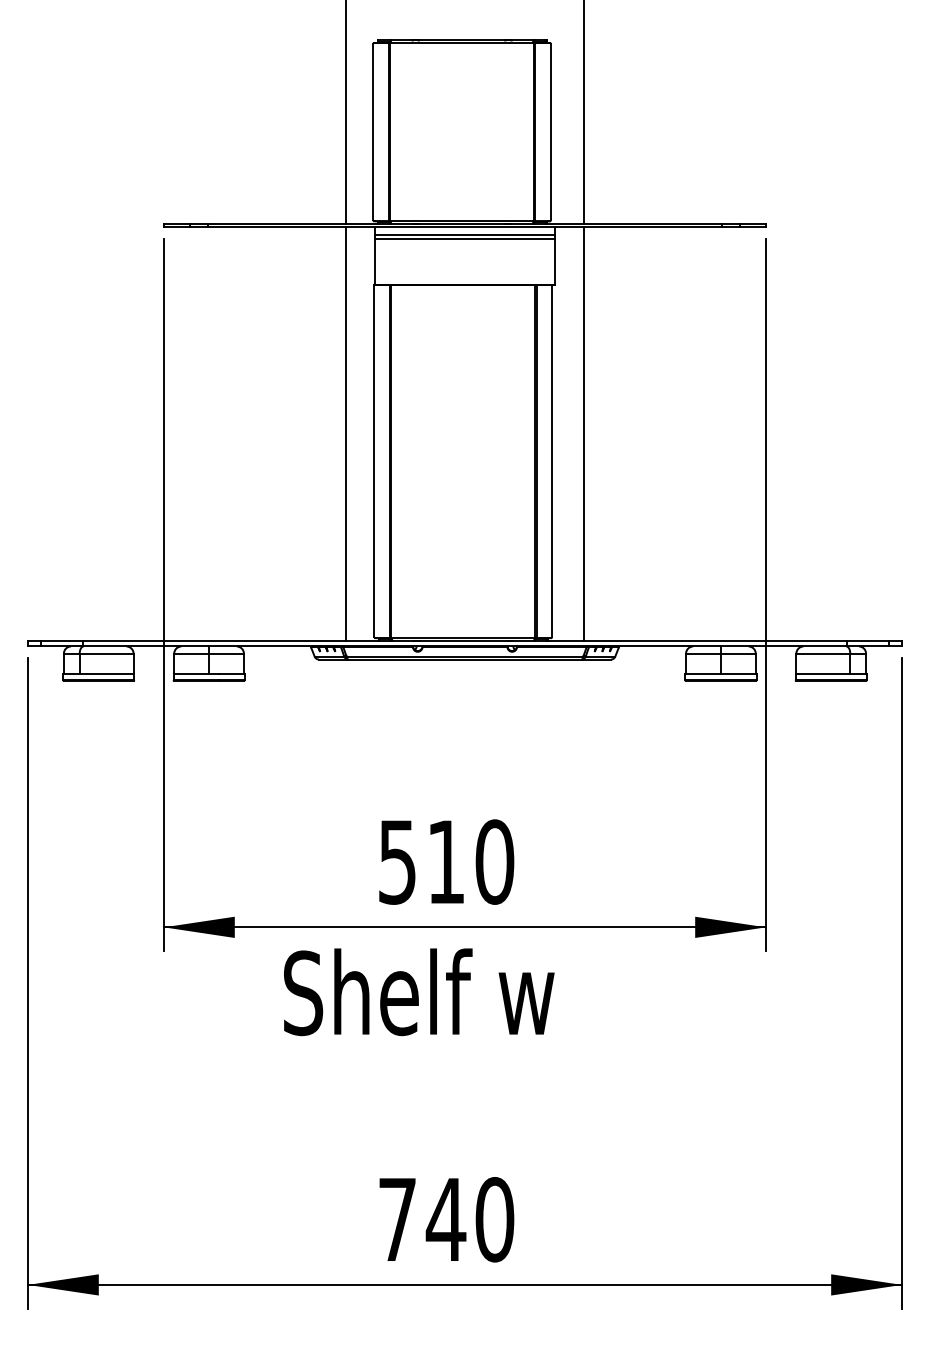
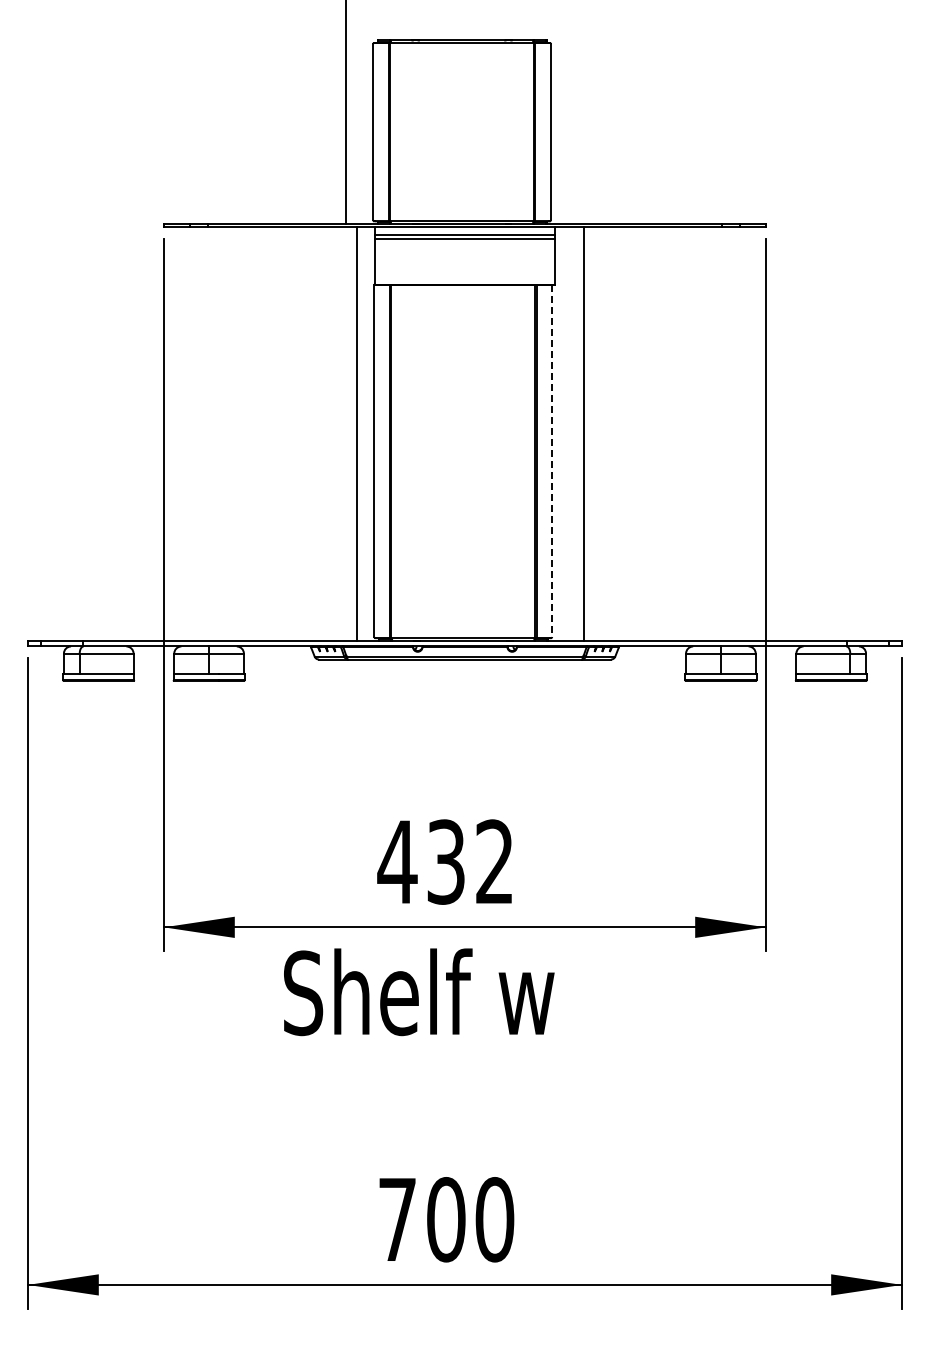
line at (583, 112): present -> none
line at (346, 433) position: (346, 433) -> (357, 433)
line at (552, 461): solid -> dashed
text at (445, 861): 510 -> 432
text at (445, 1219): 740 -> 700
